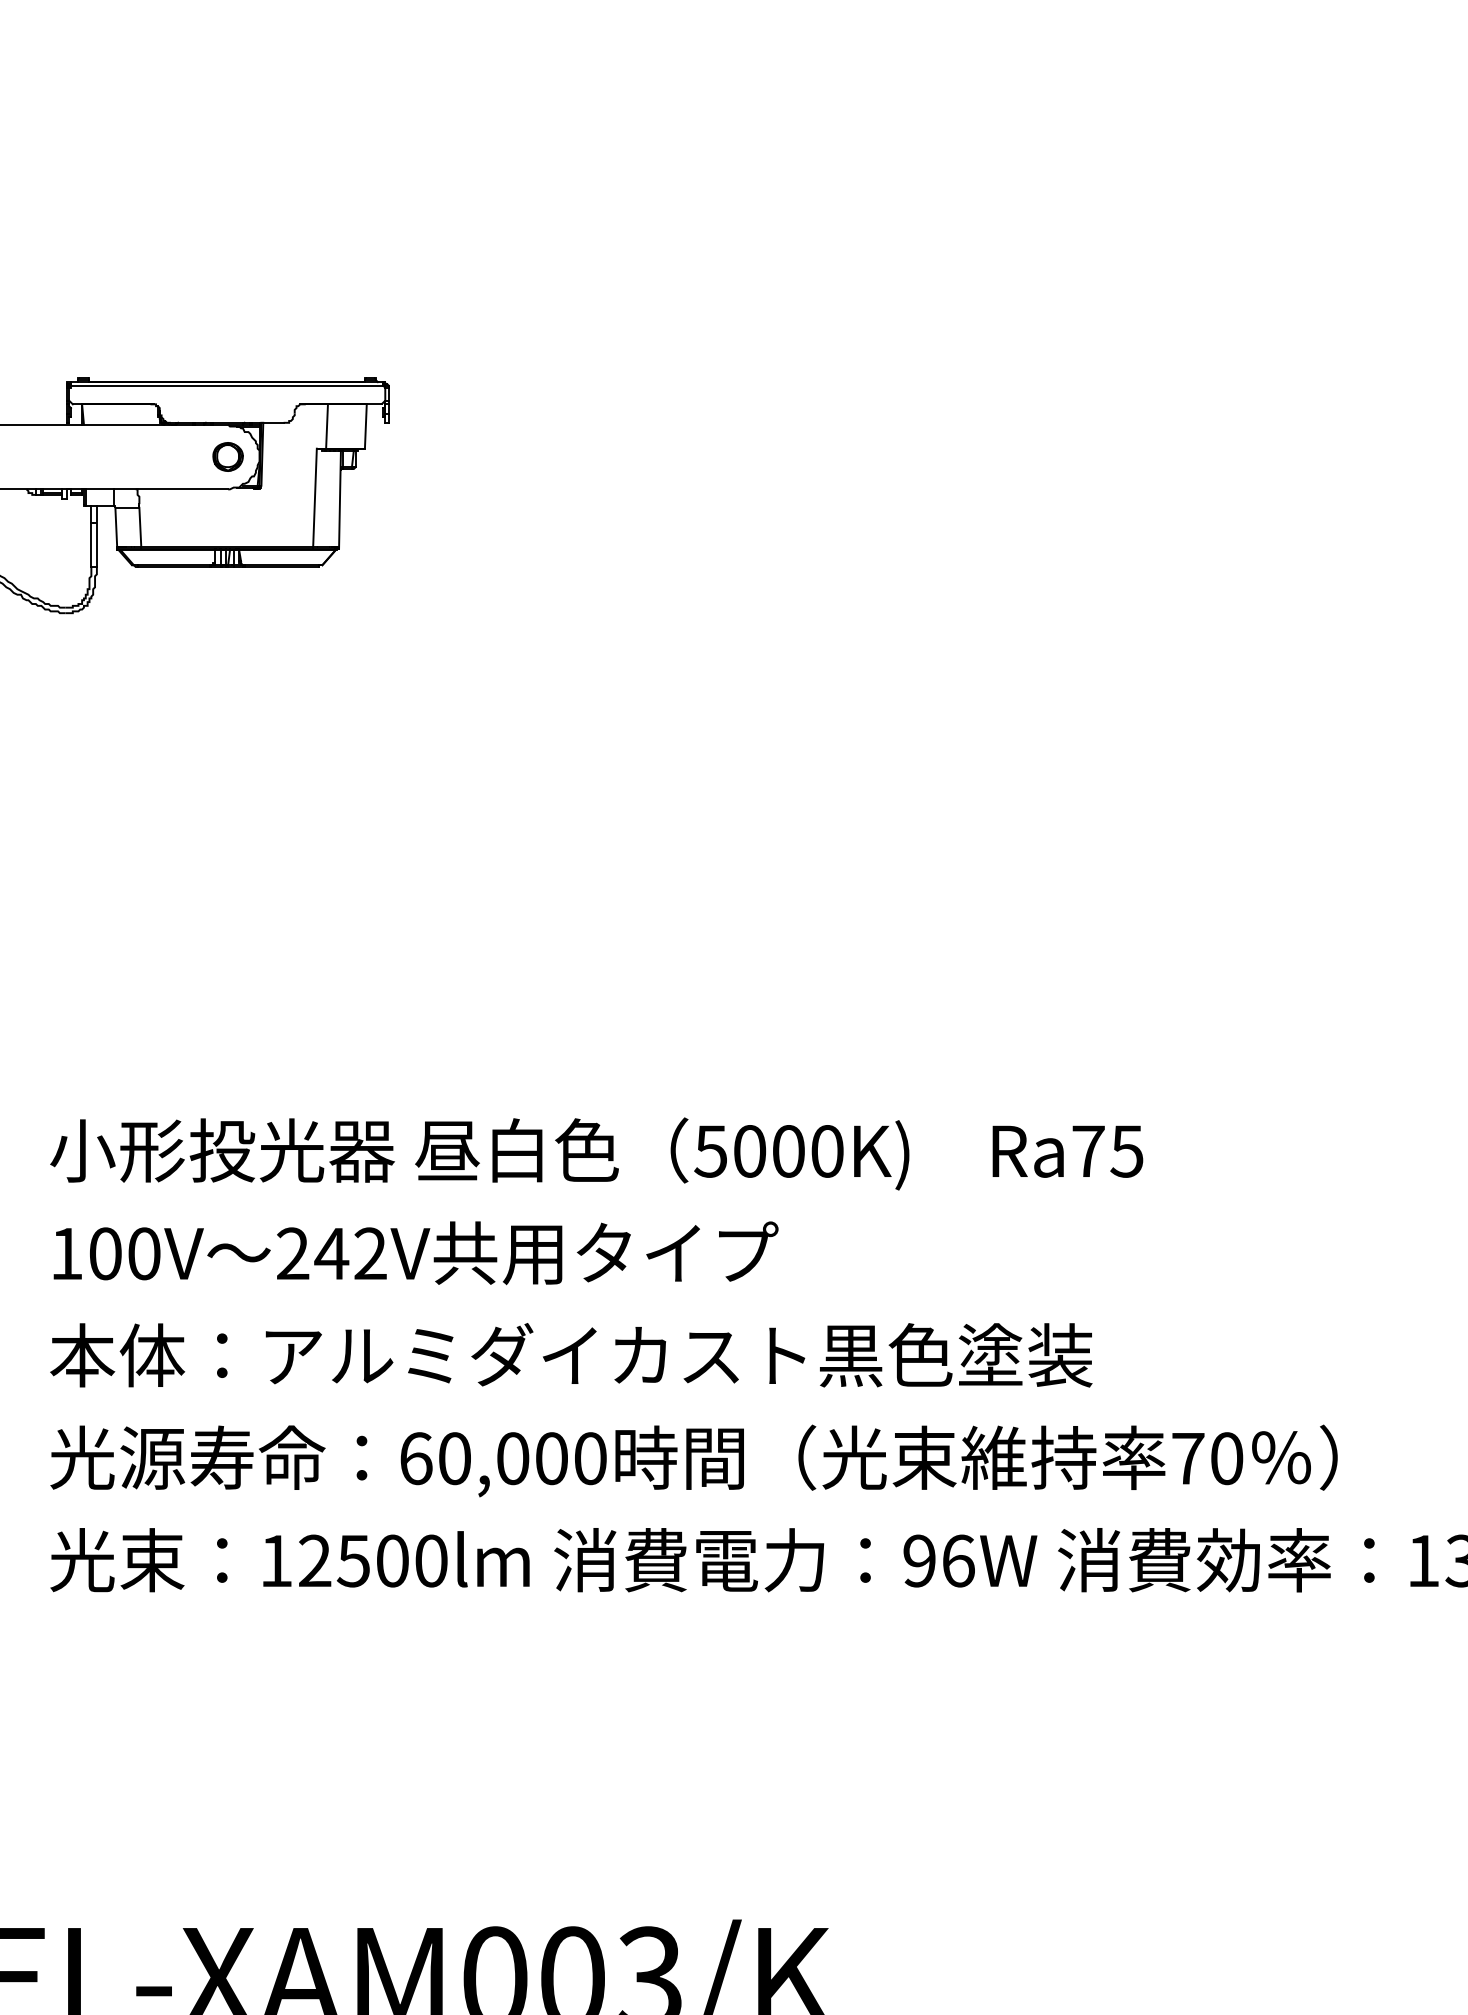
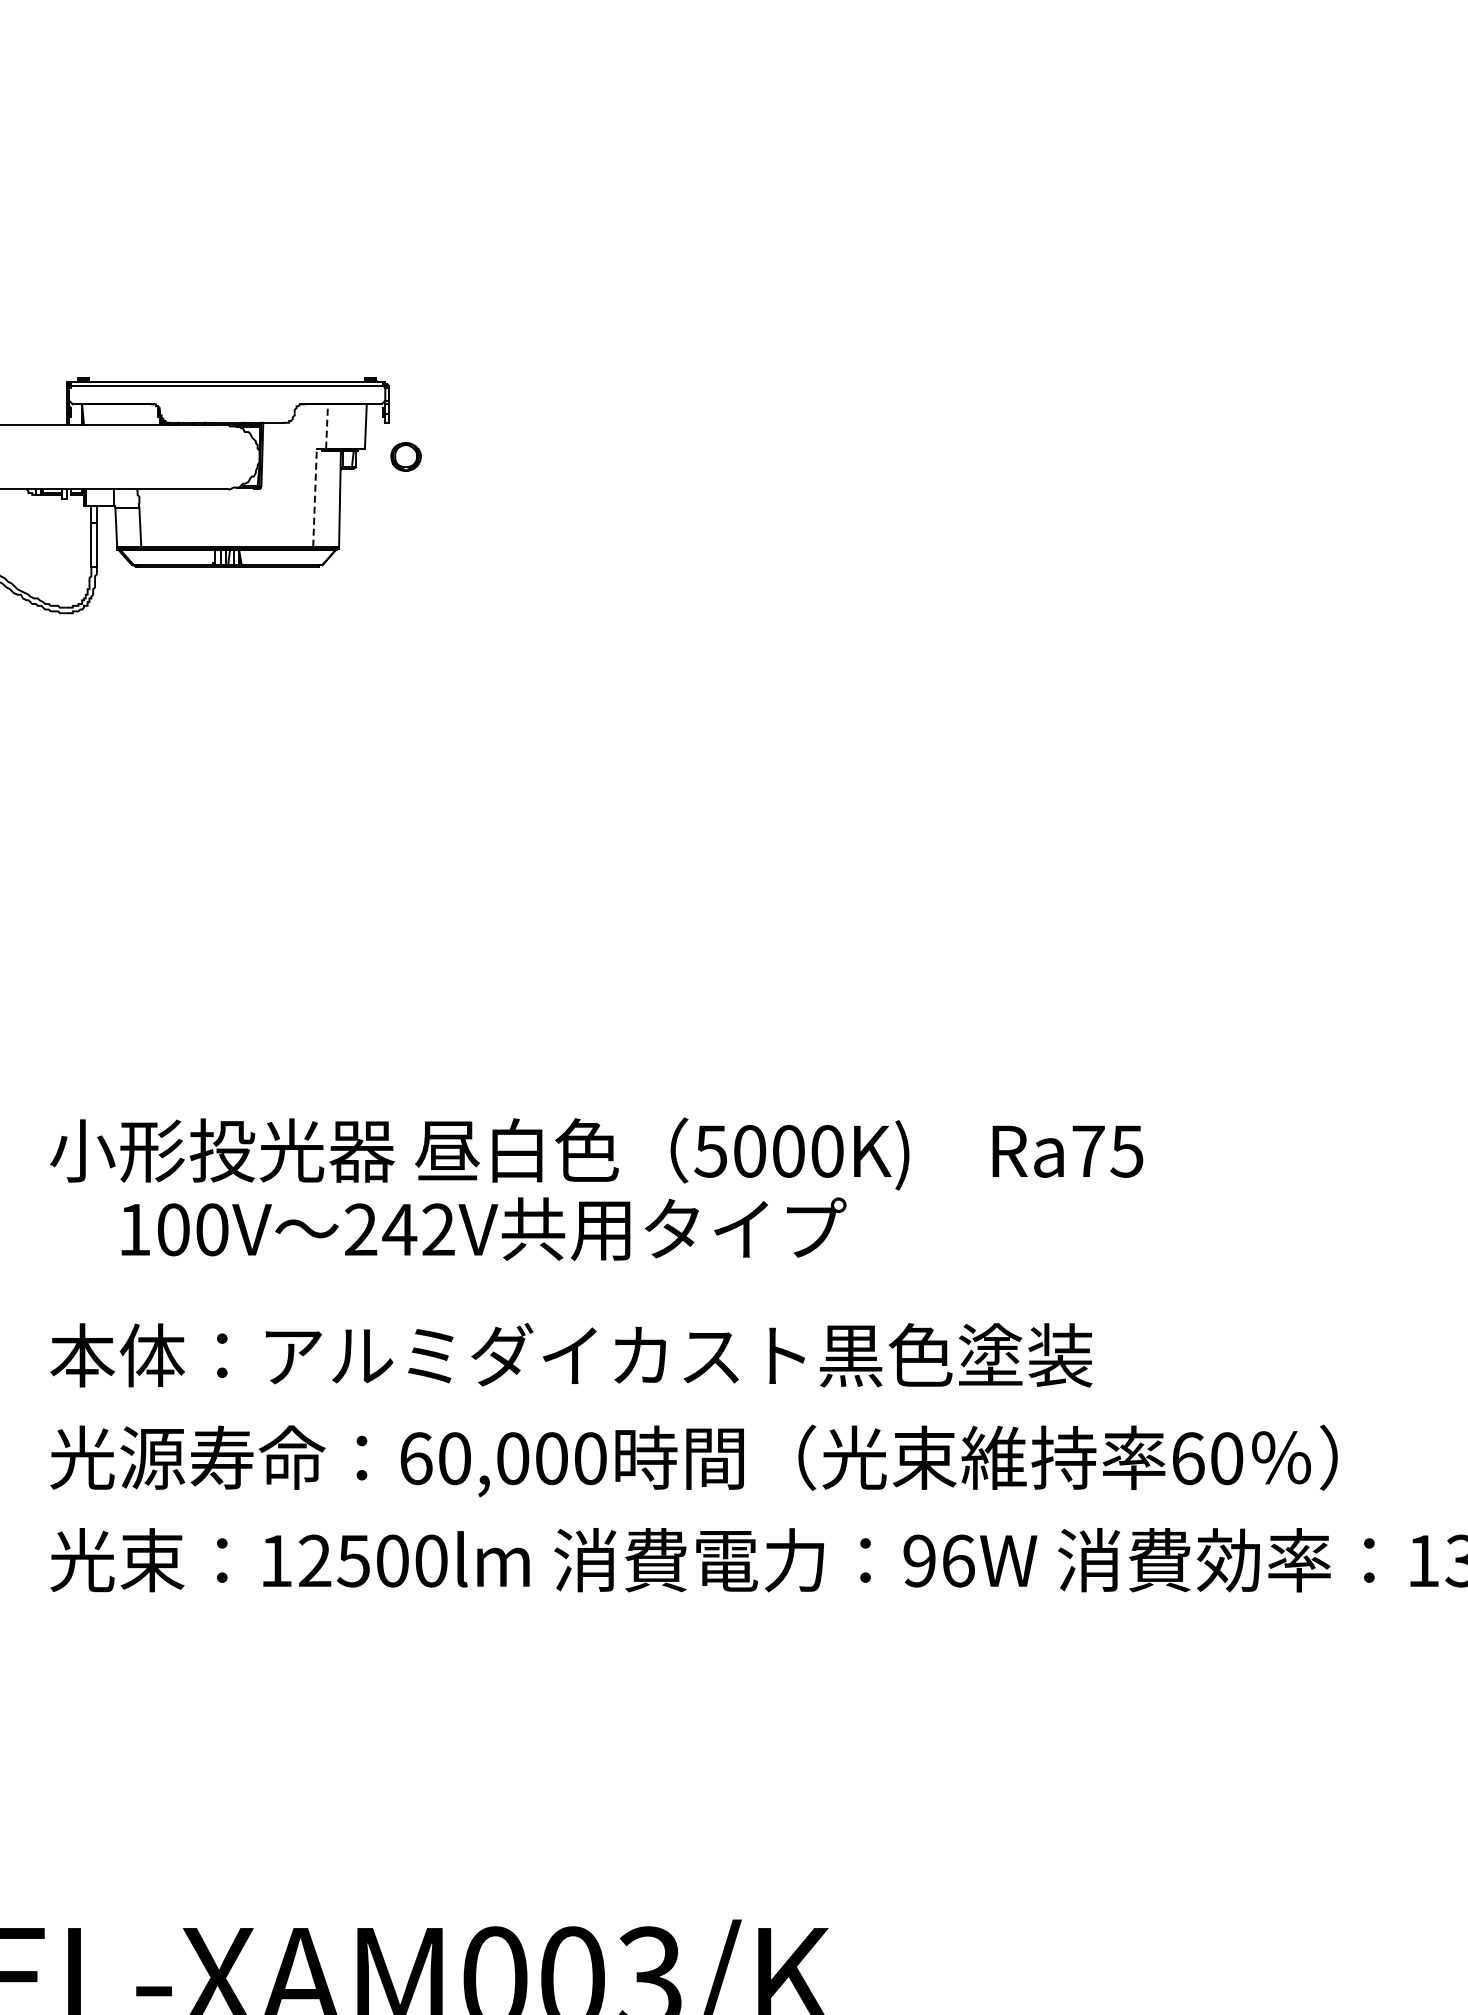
line at (327, 426): solid -> dashed
part at (227, 456) position: (227, 456) -> (405, 456)
line at (315, 497): solid -> dashed
text at (415, 1253) position: (415, 1253) -> (483, 1229)
text at (1188, 1458): 70 -> 60
